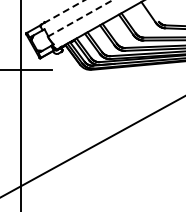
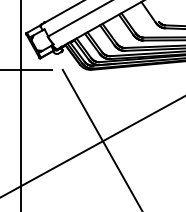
line at (62, 12): dashed -> solid
line at (80, 18): dashed -> solid
line at (101, 138): none -> present
